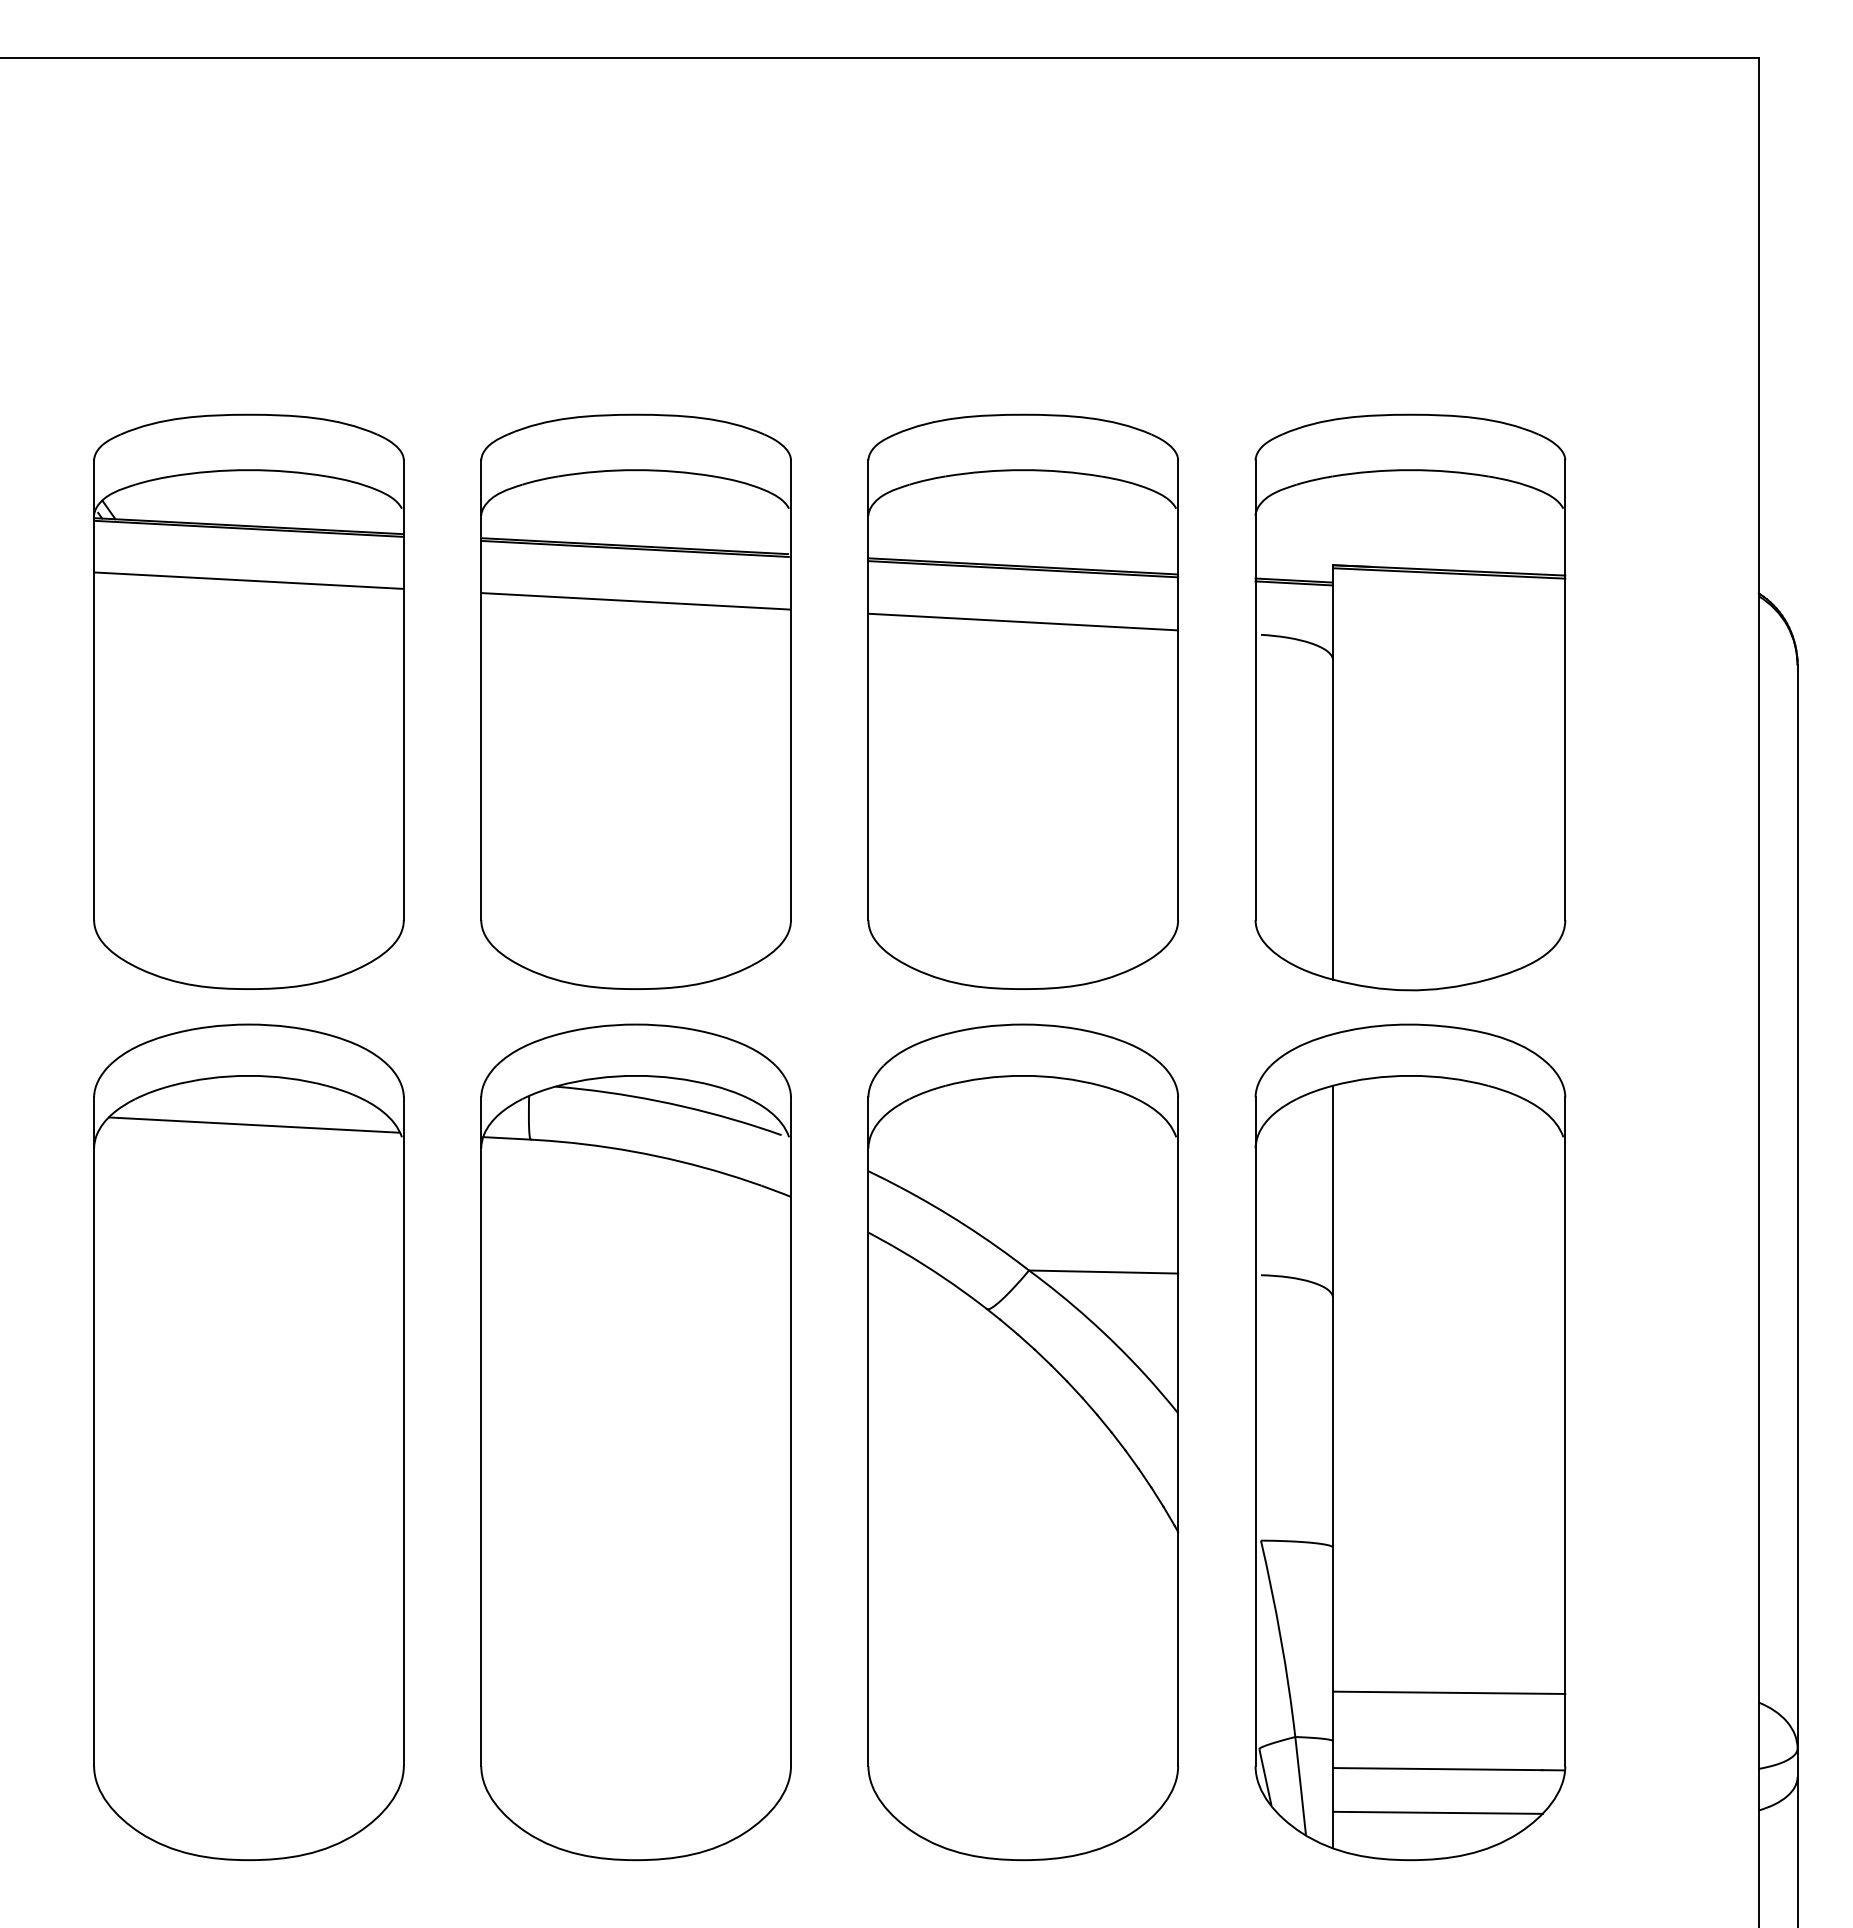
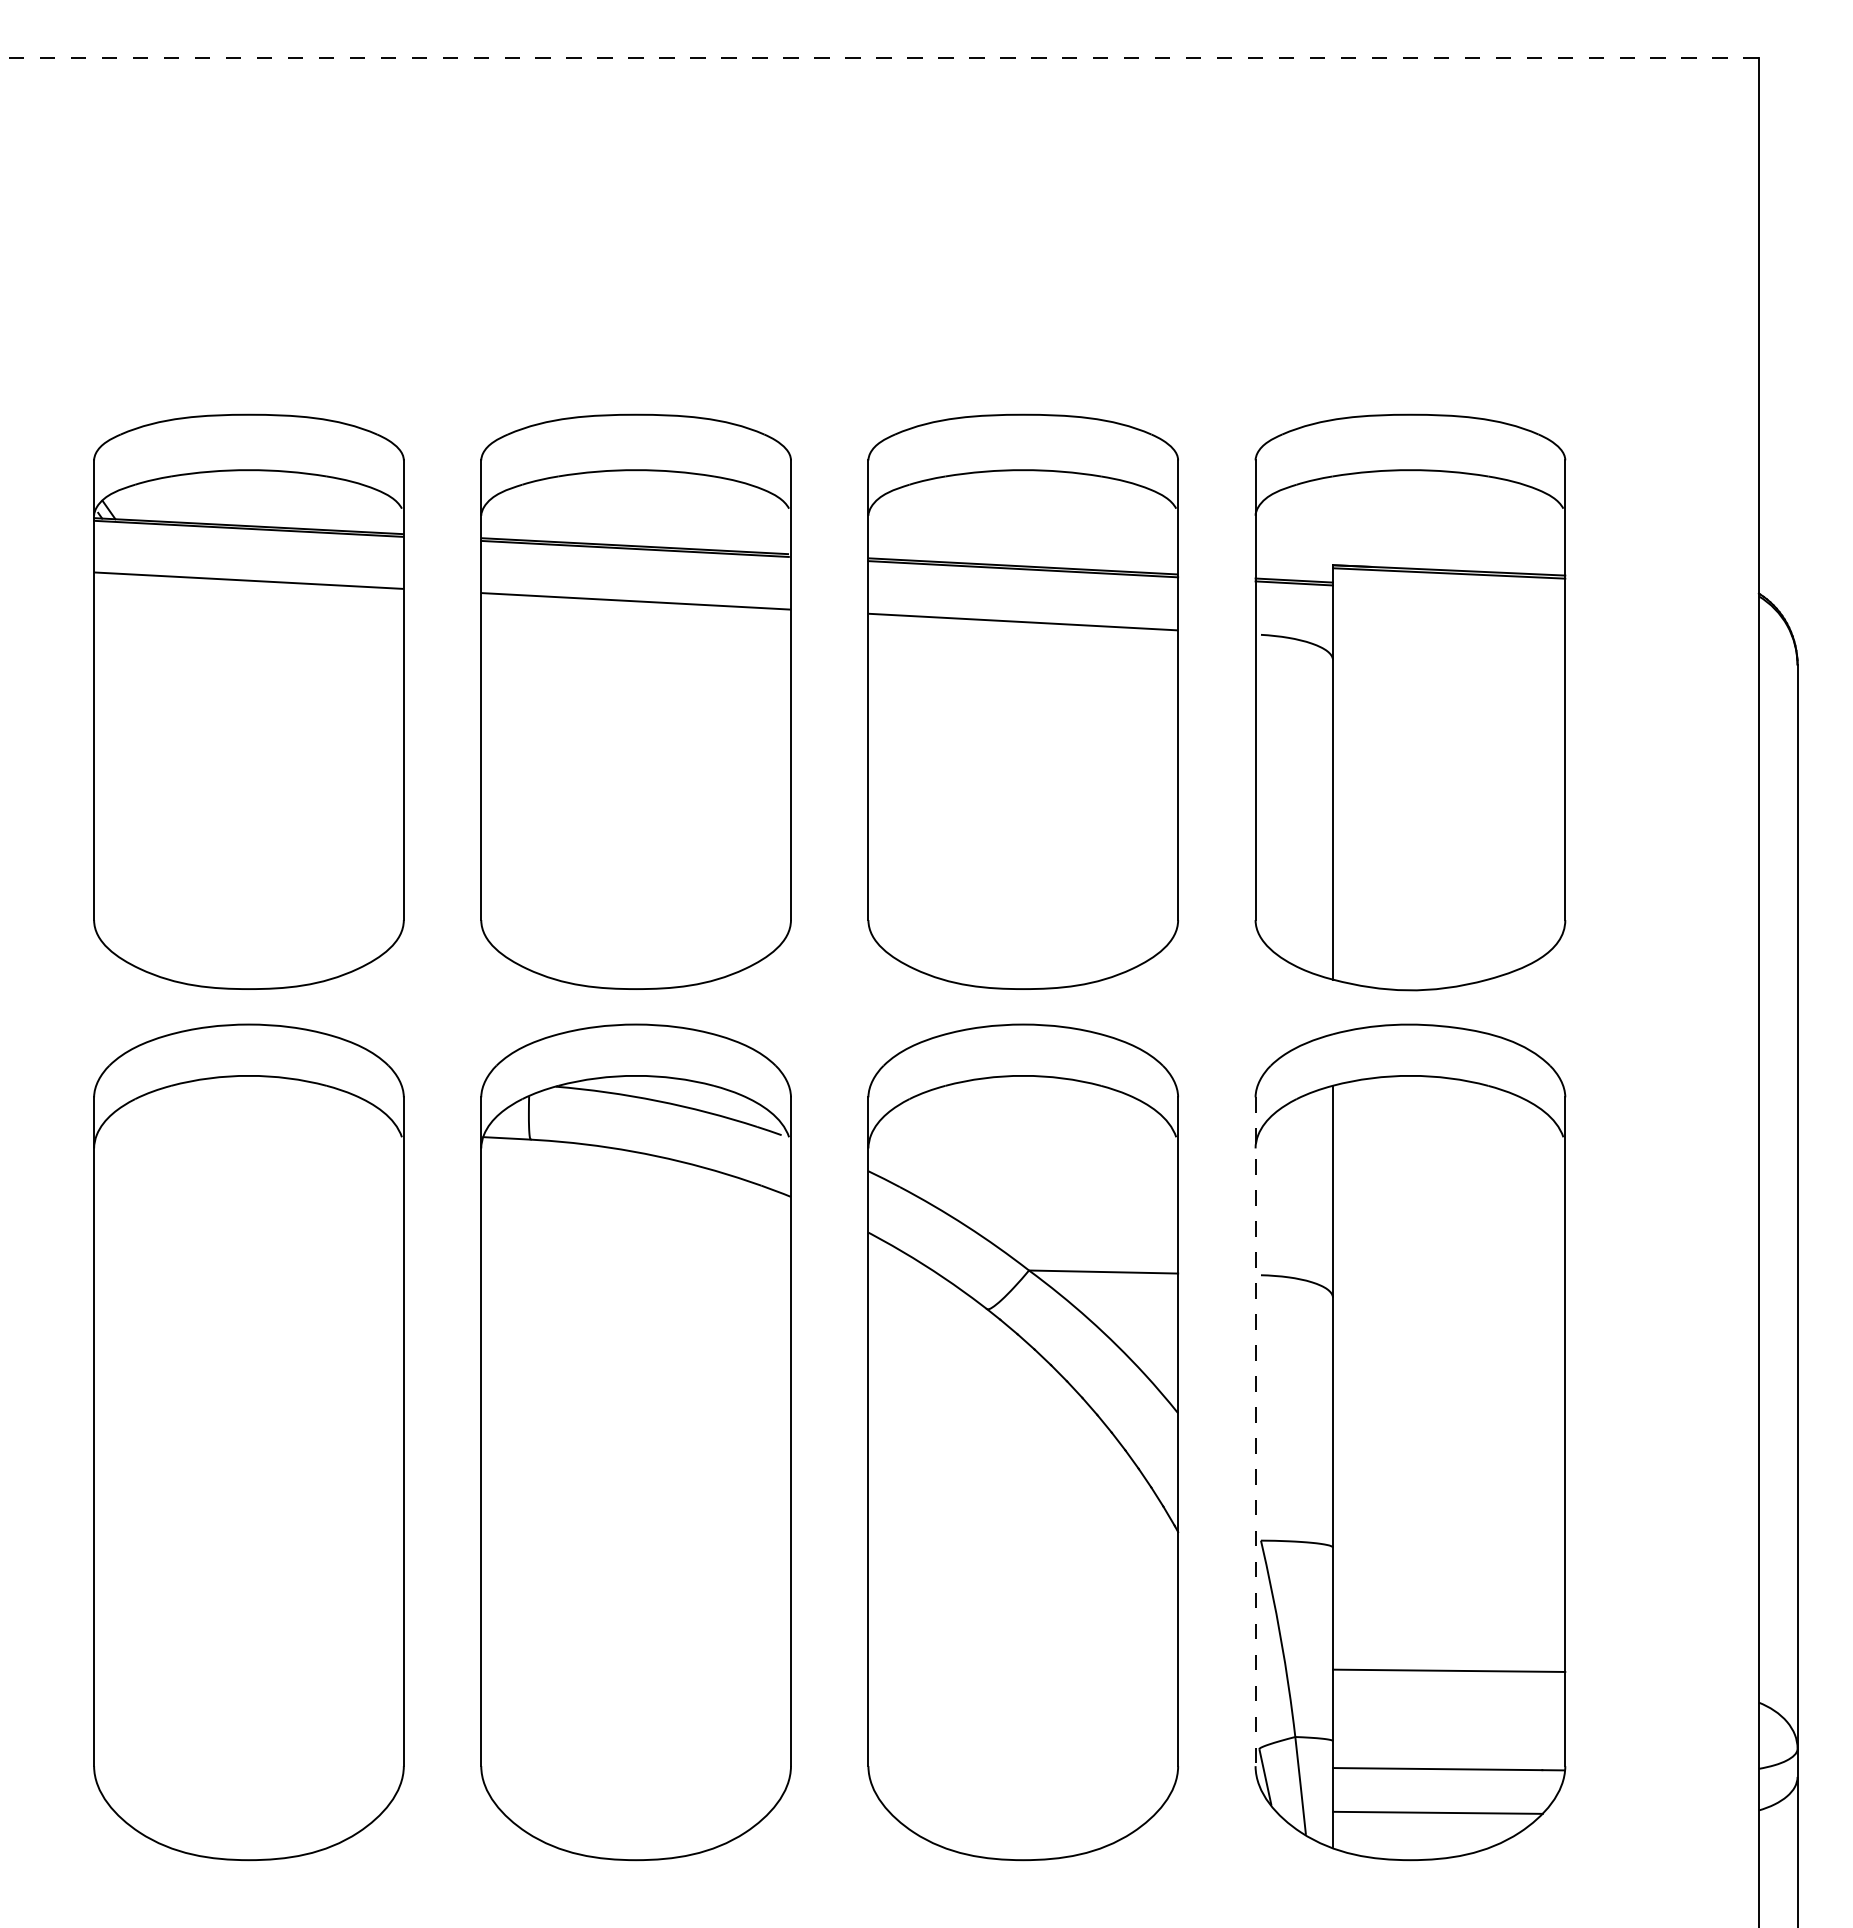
line at (879, 57): solid -> dashed
line at (253, 1124): present -> none
line at (1255, 1432): solid -> dashed
line at (1449, 1692) position: (1449, 1692) -> (1449, 1670)
